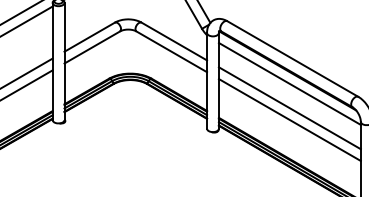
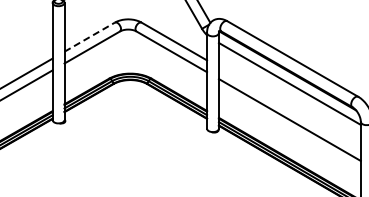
line at (20, 12): present -> none
line at (27, 20): present -> none
line at (90, 36): solid -> dashed
line at (289, 108): present -> none
